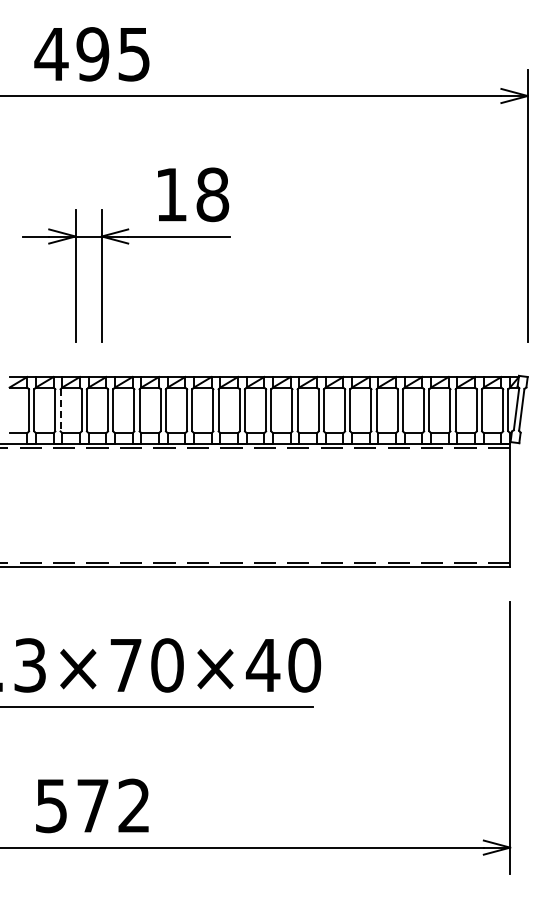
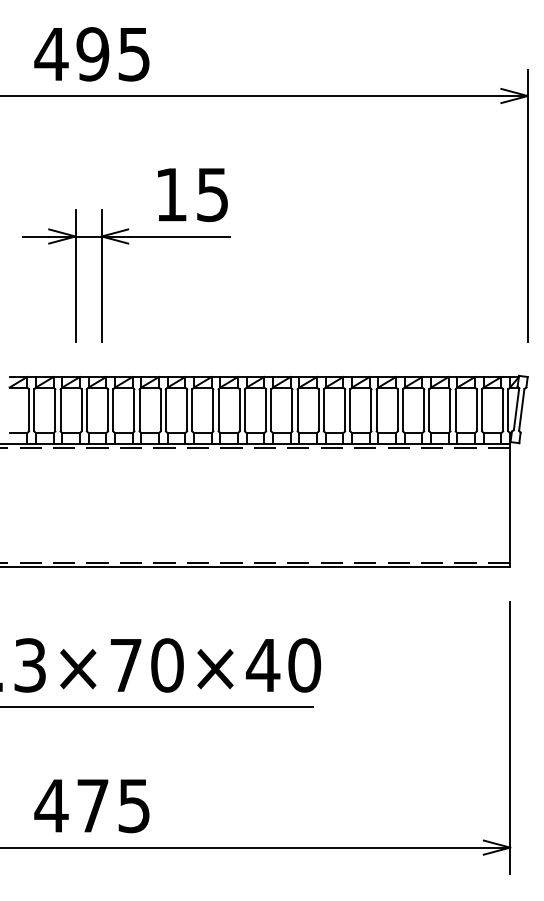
text at (212, 194): 18 -> 15
line at (60, 410): dashed -> solid
text at (91, 805): 572 -> 475
